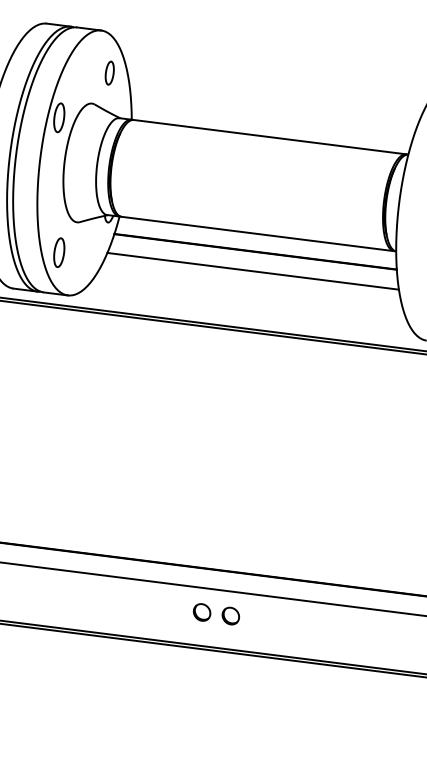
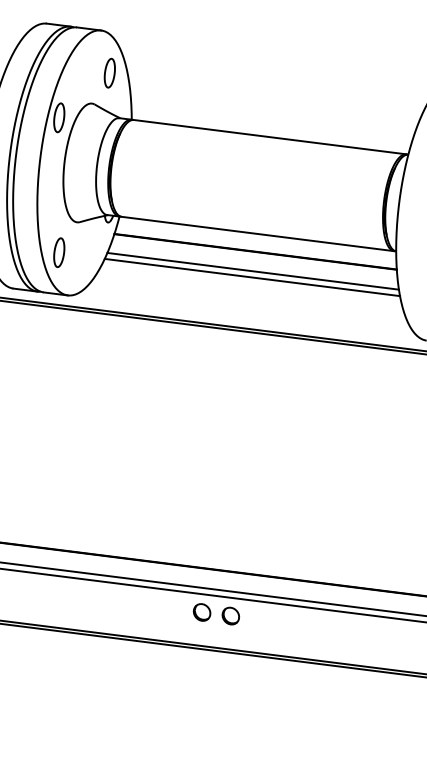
part at (109, 72) size: 11x26 px -> 13x32 px
line at (252, 277): none -> present
line at (212, 595): none -> present
